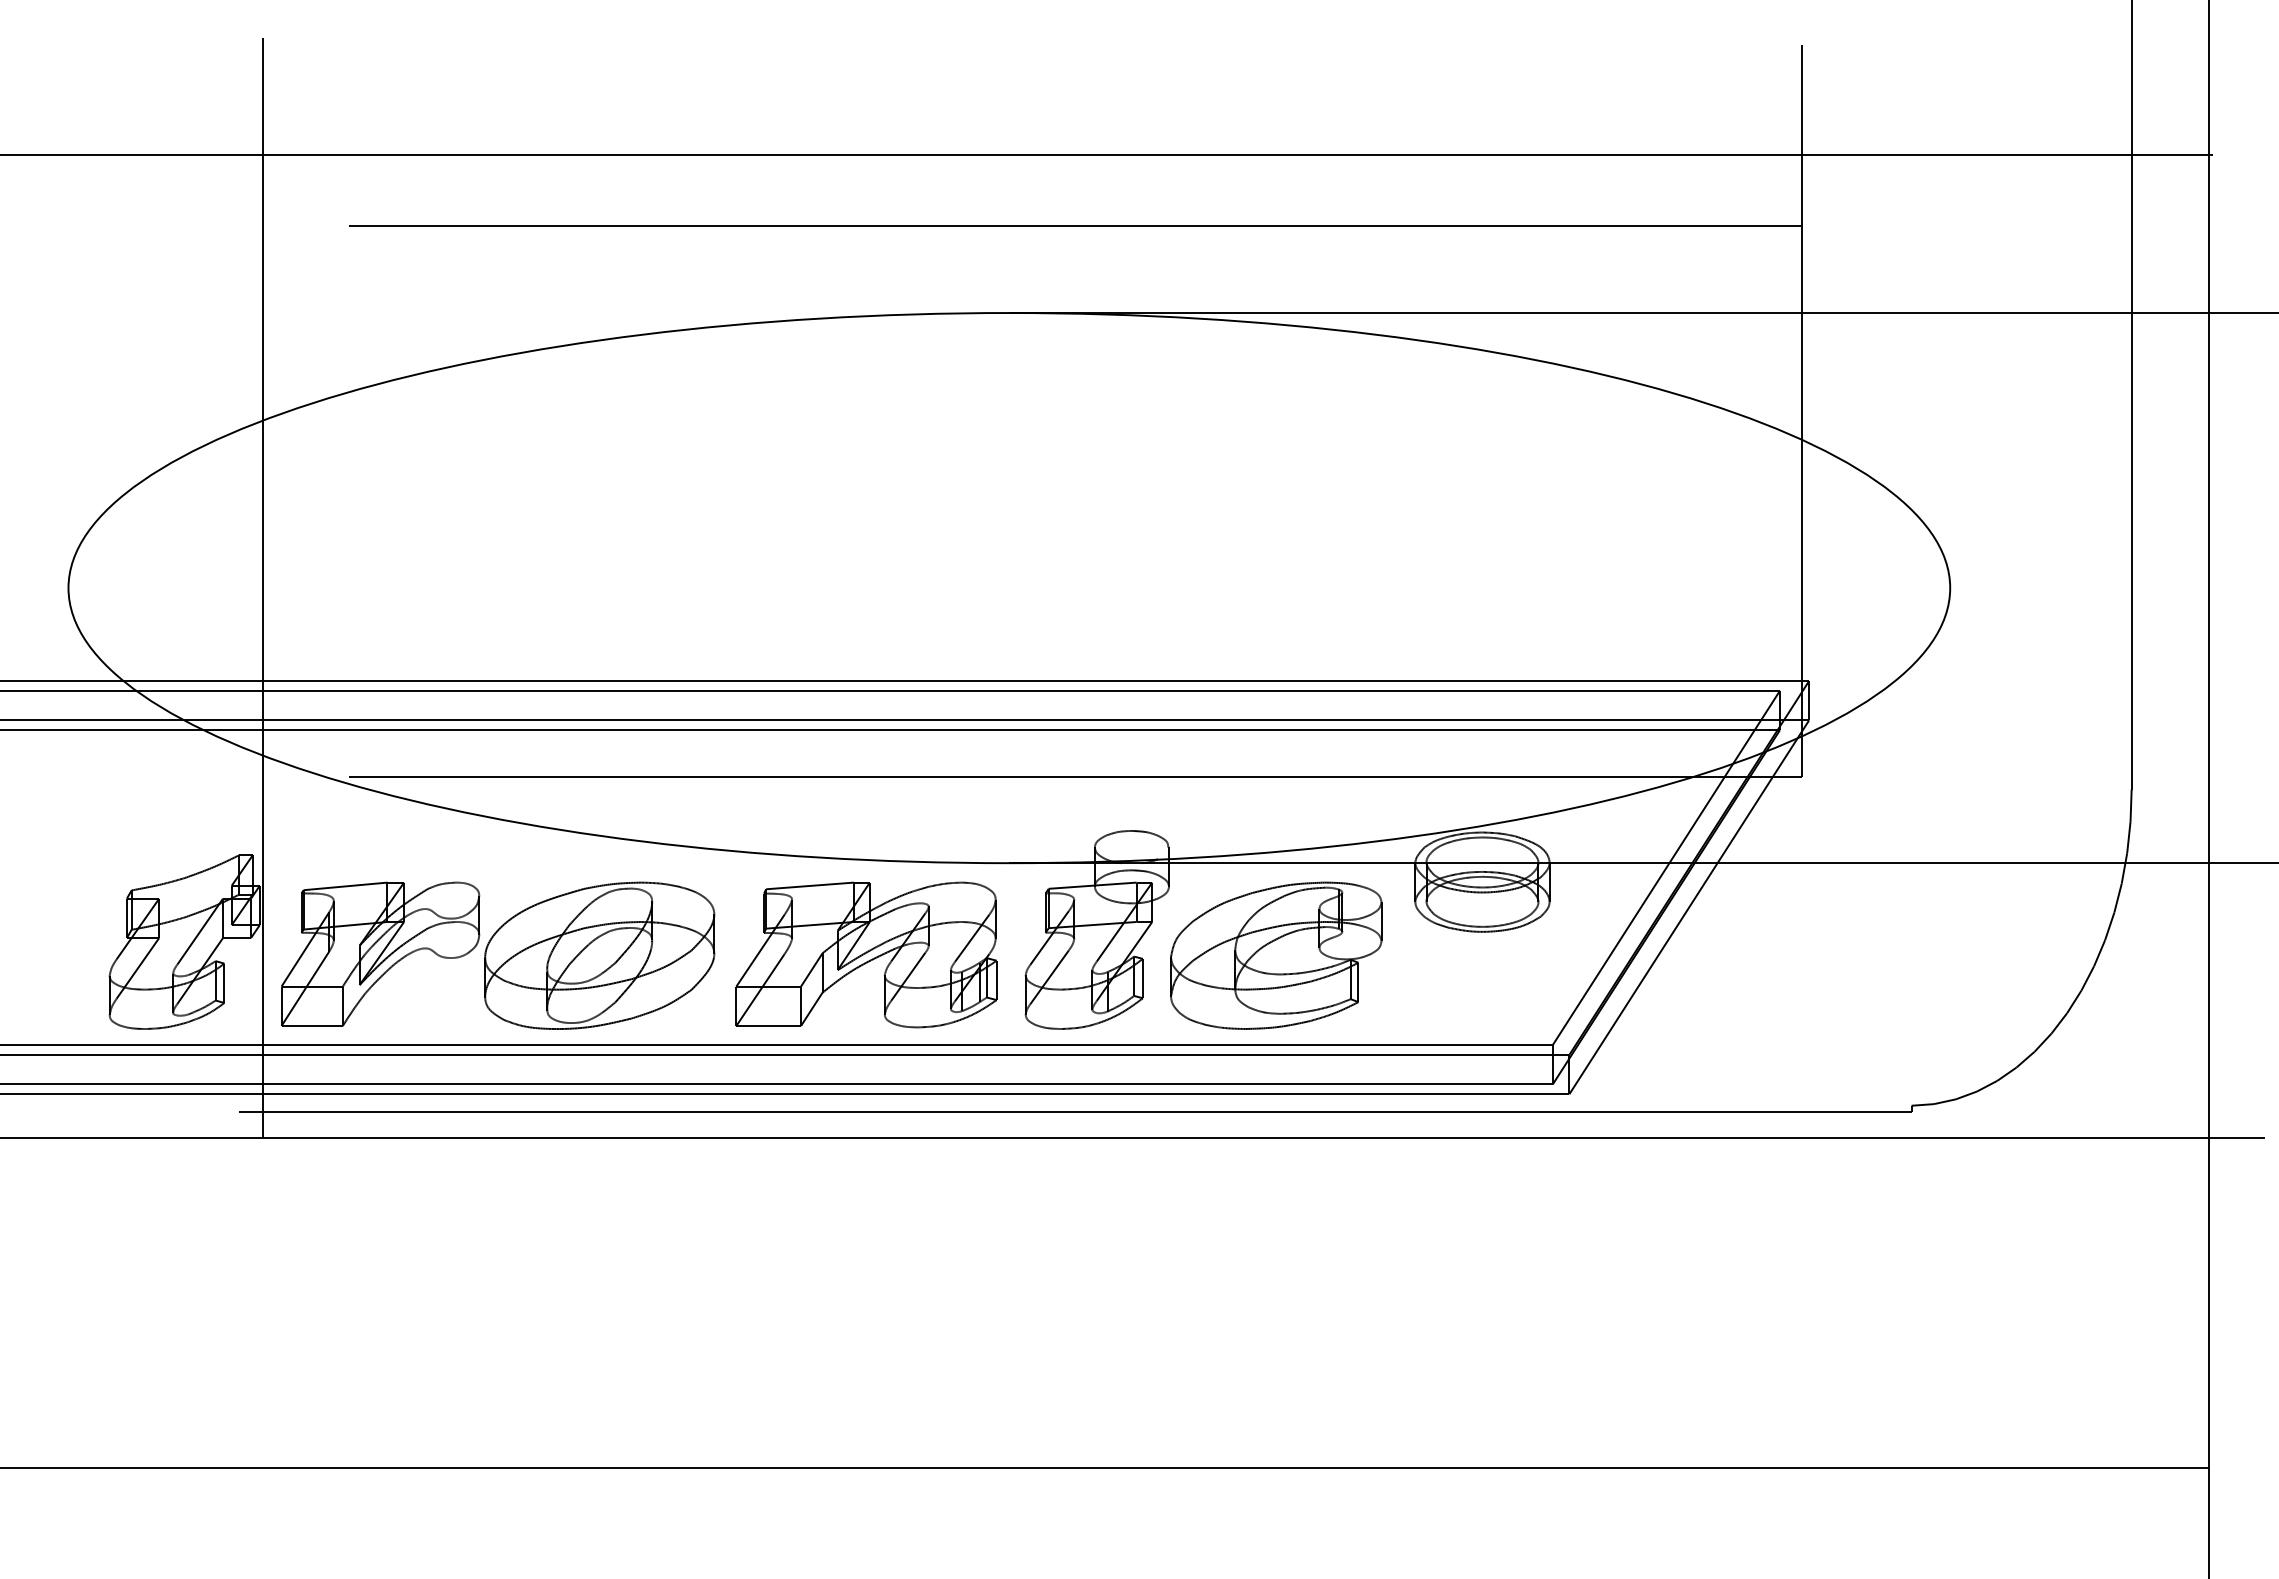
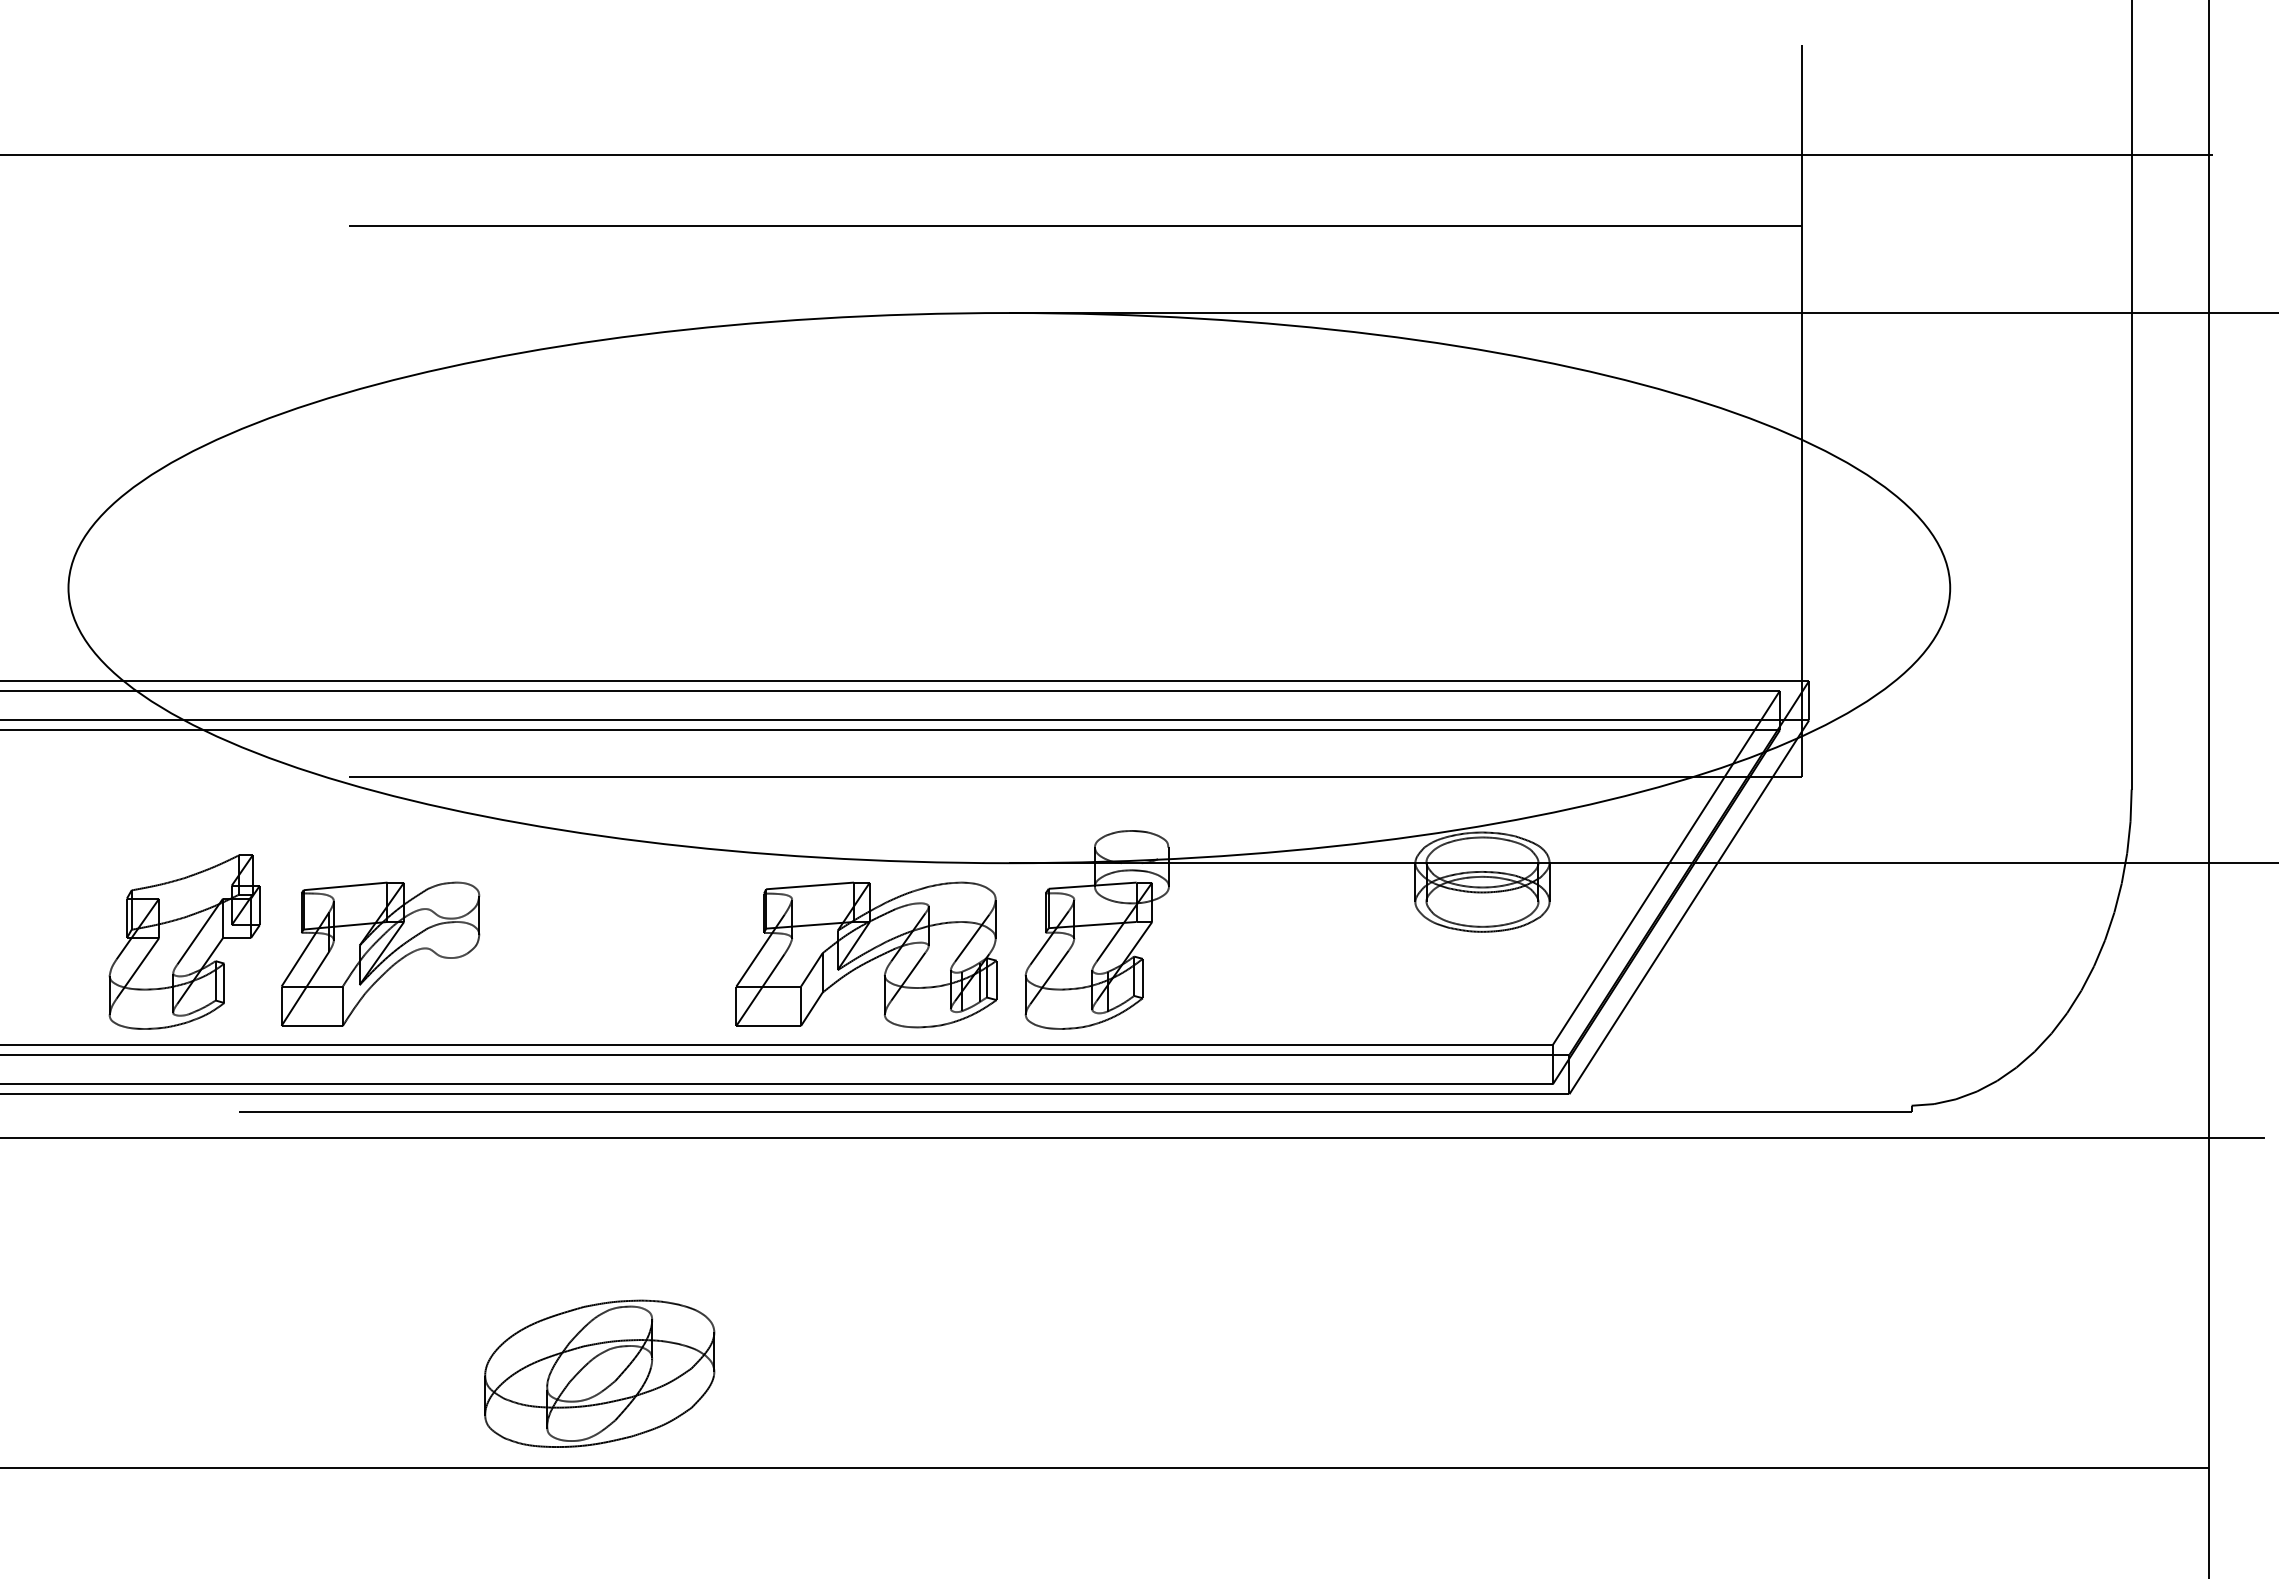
line at (263, 587): present -> none
part at (599, 955) position: (599, 955) -> (599, 1373)
part at (1276, 955): present -> none
